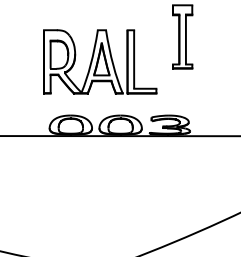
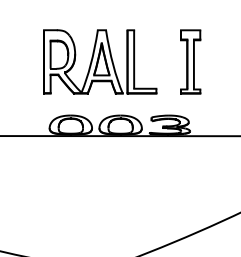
part at (182, 36) position: (182, 36) -> (190, 61)
